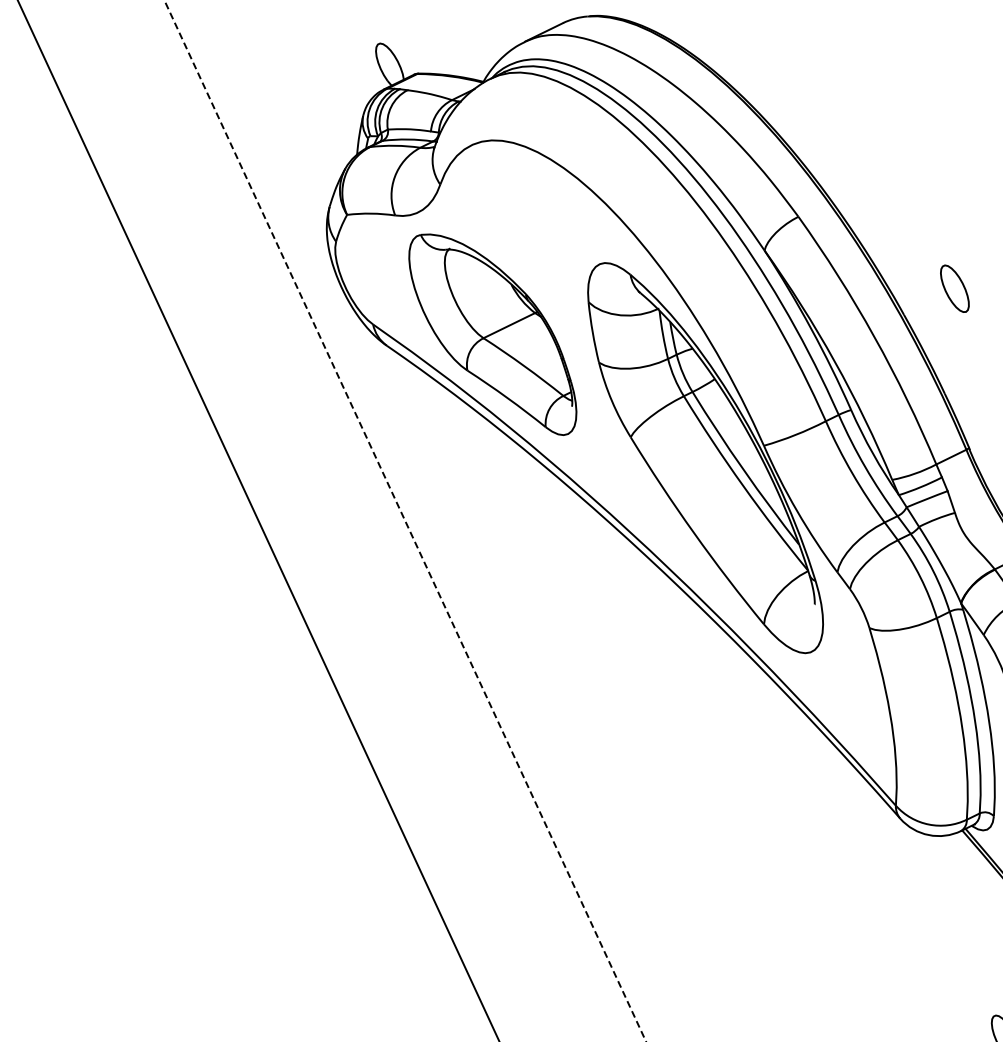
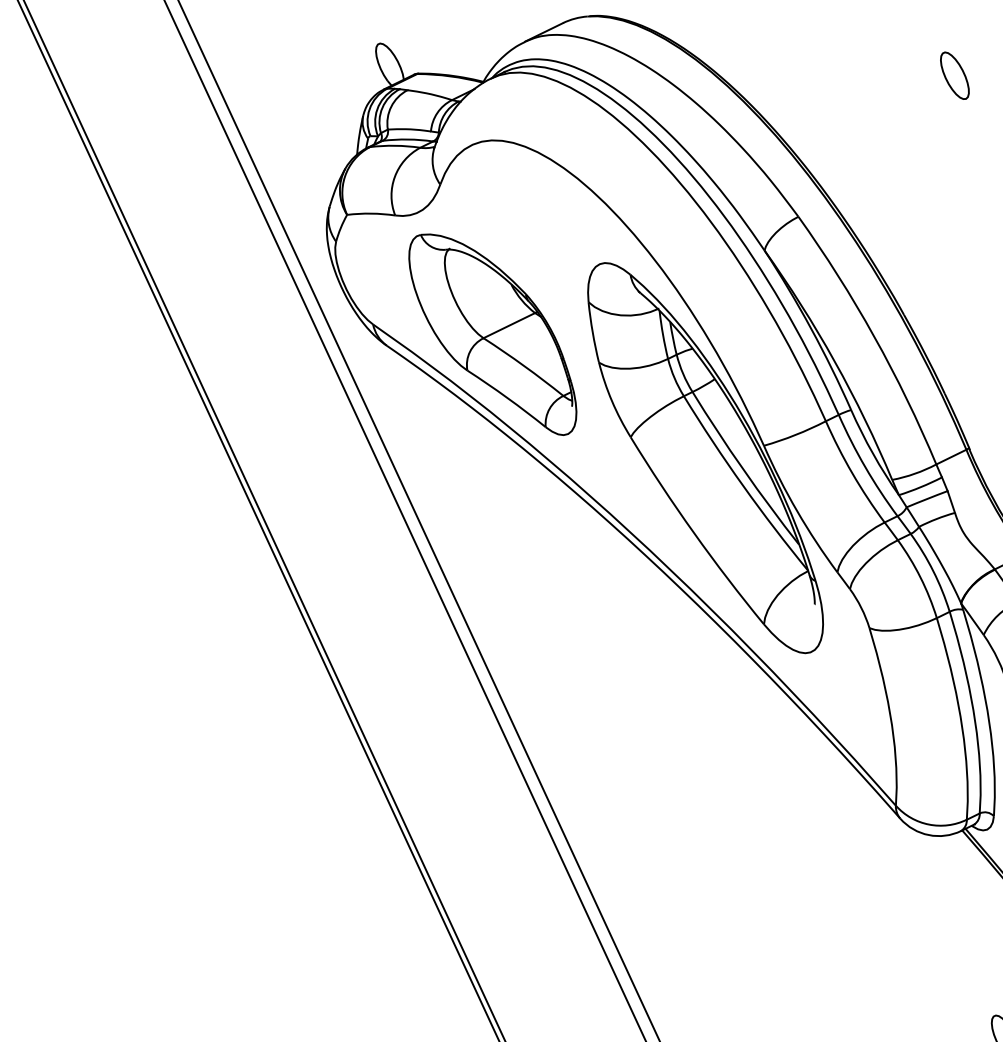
part at (954, 288) position: (954, 288) -> (954, 75)
line at (264, 520): none -> present
line at (418, 520): none -> present
line at (405, 521): dashed -> solid
